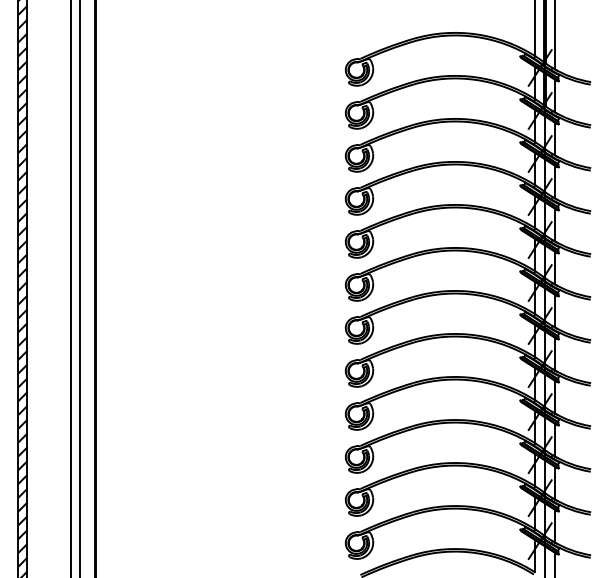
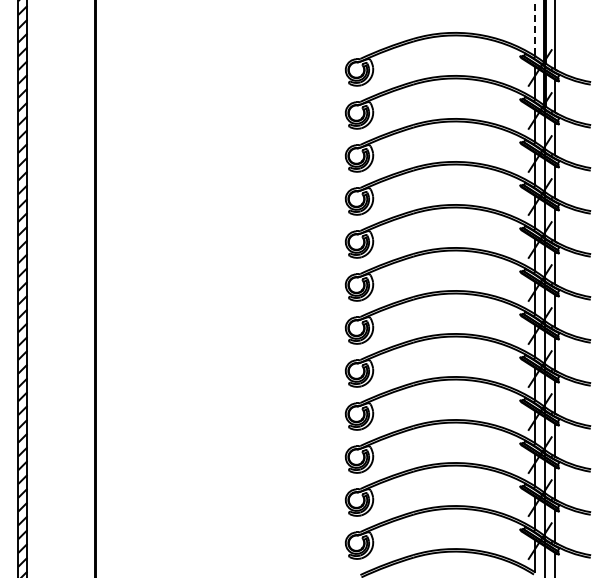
line at (535, 28): solid -> dashed
line at (71, 288): present -> none
line at (80, 288): present -> none
